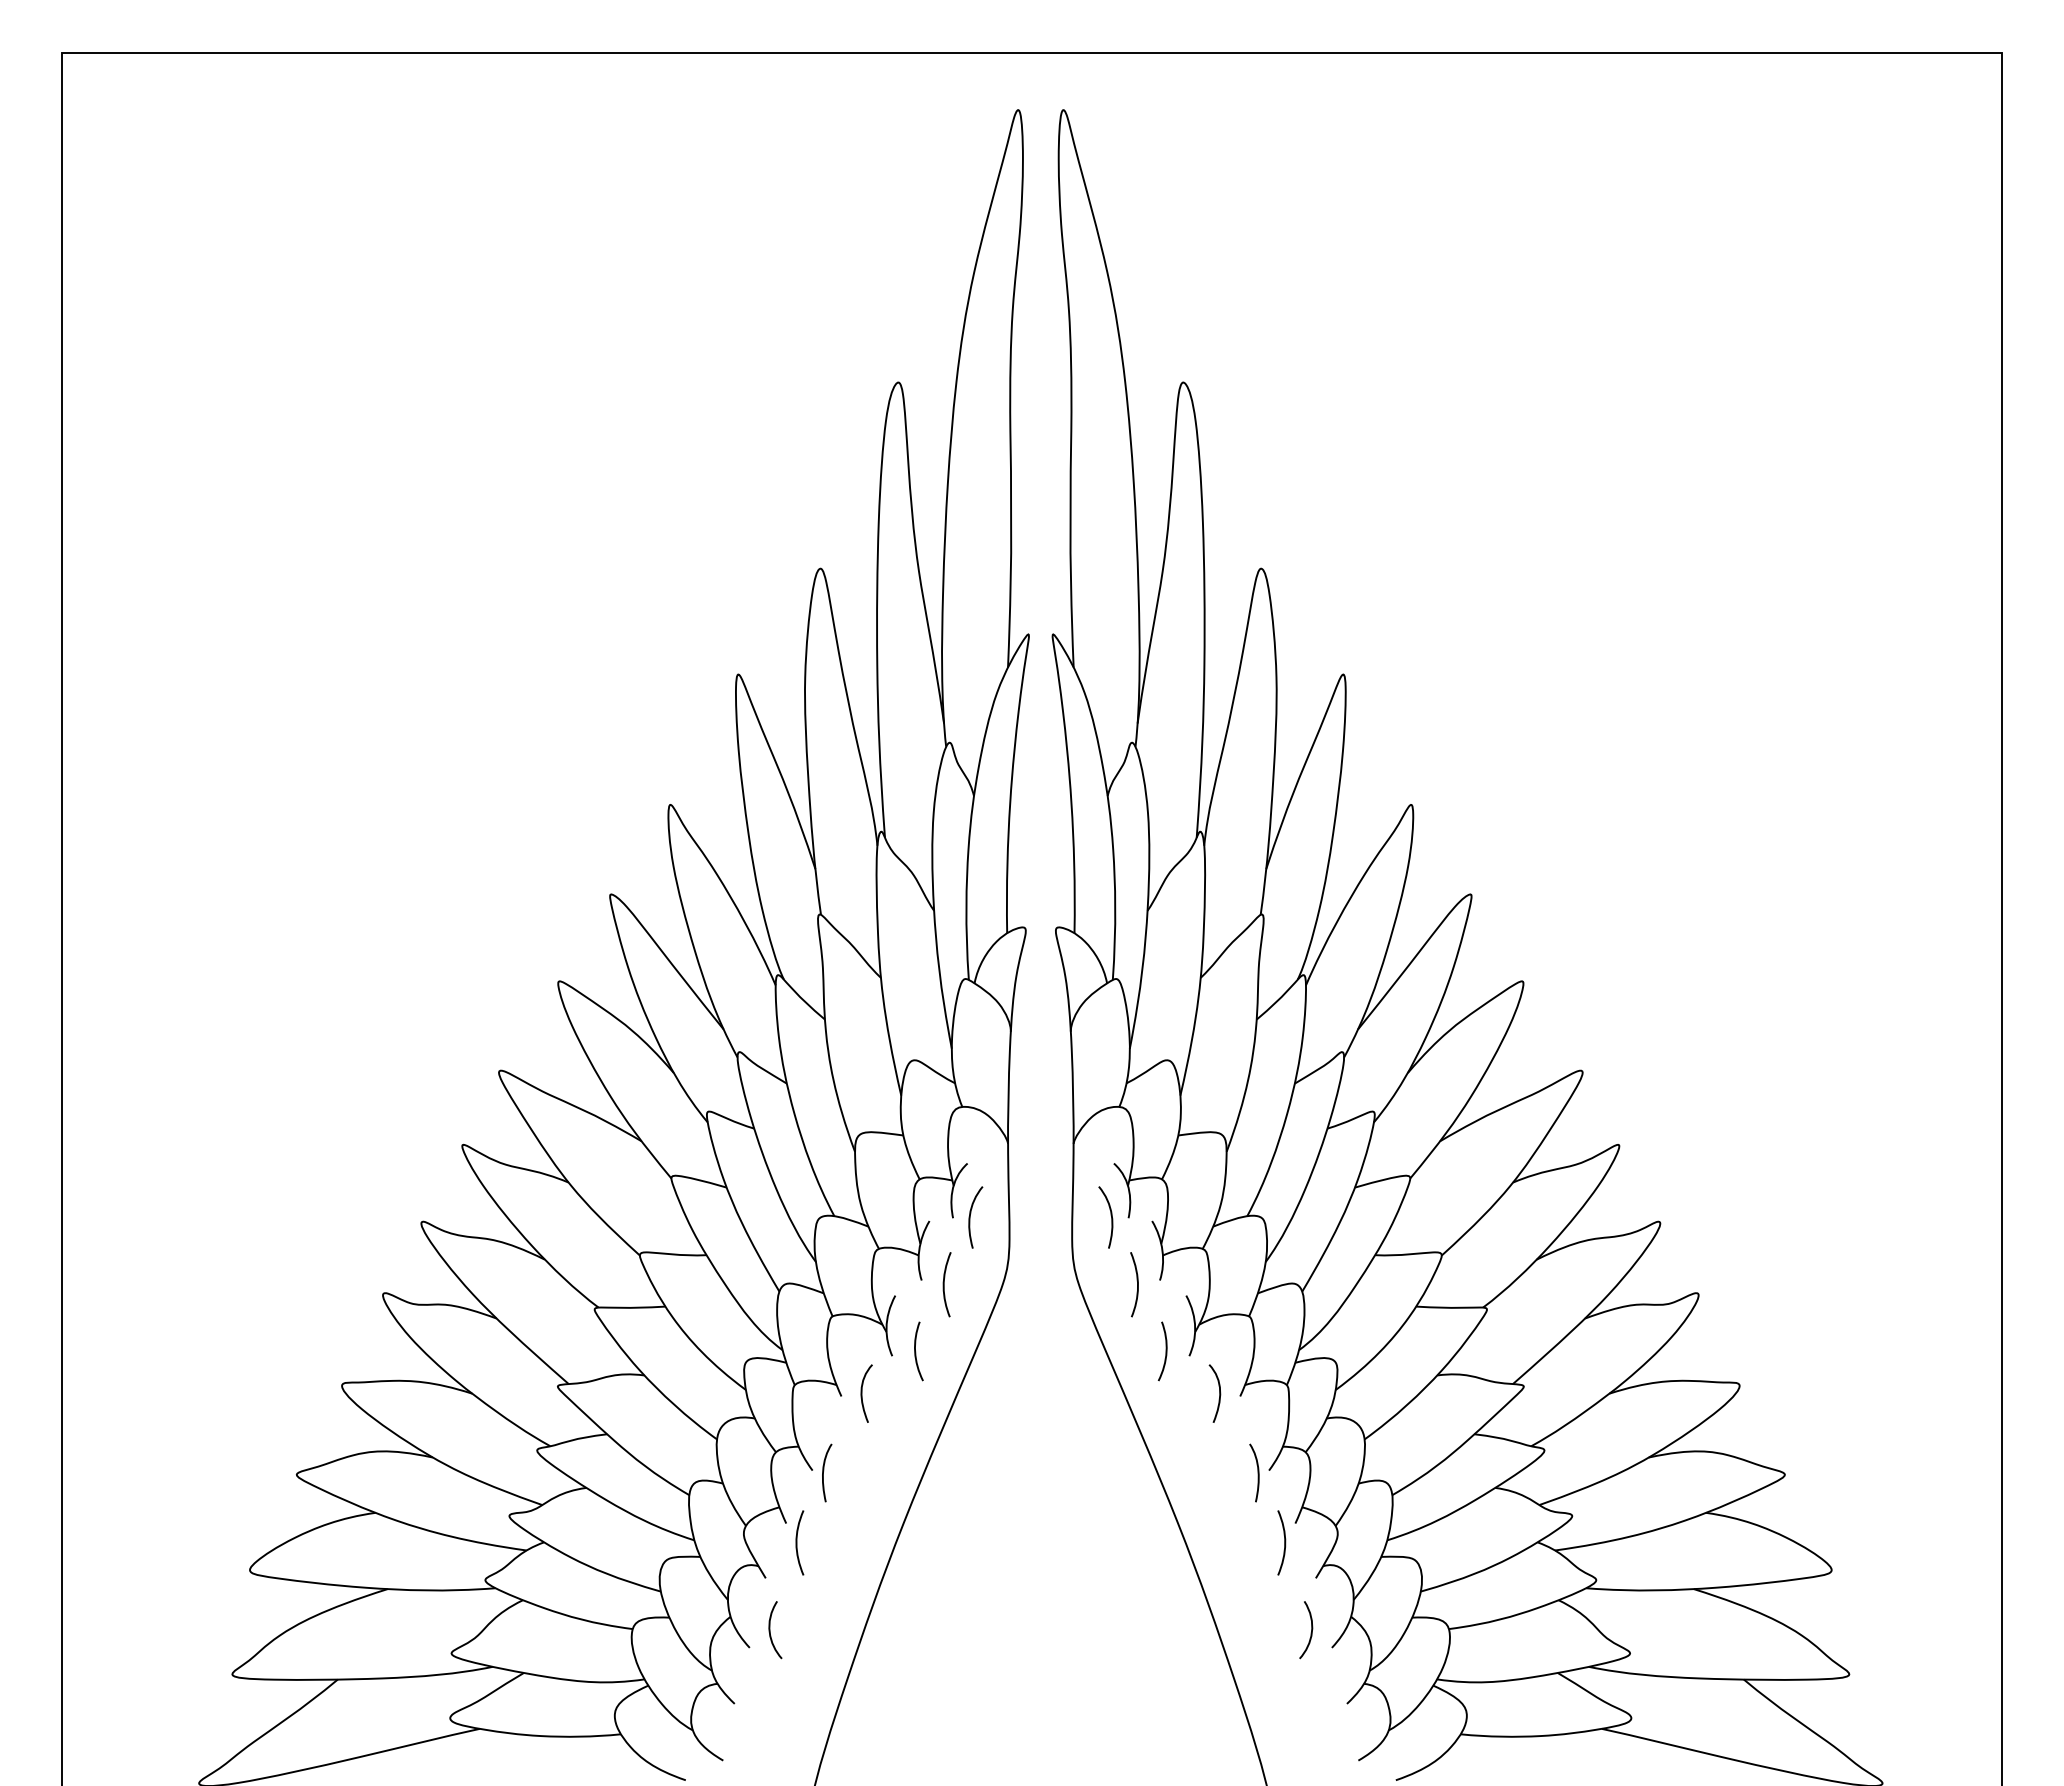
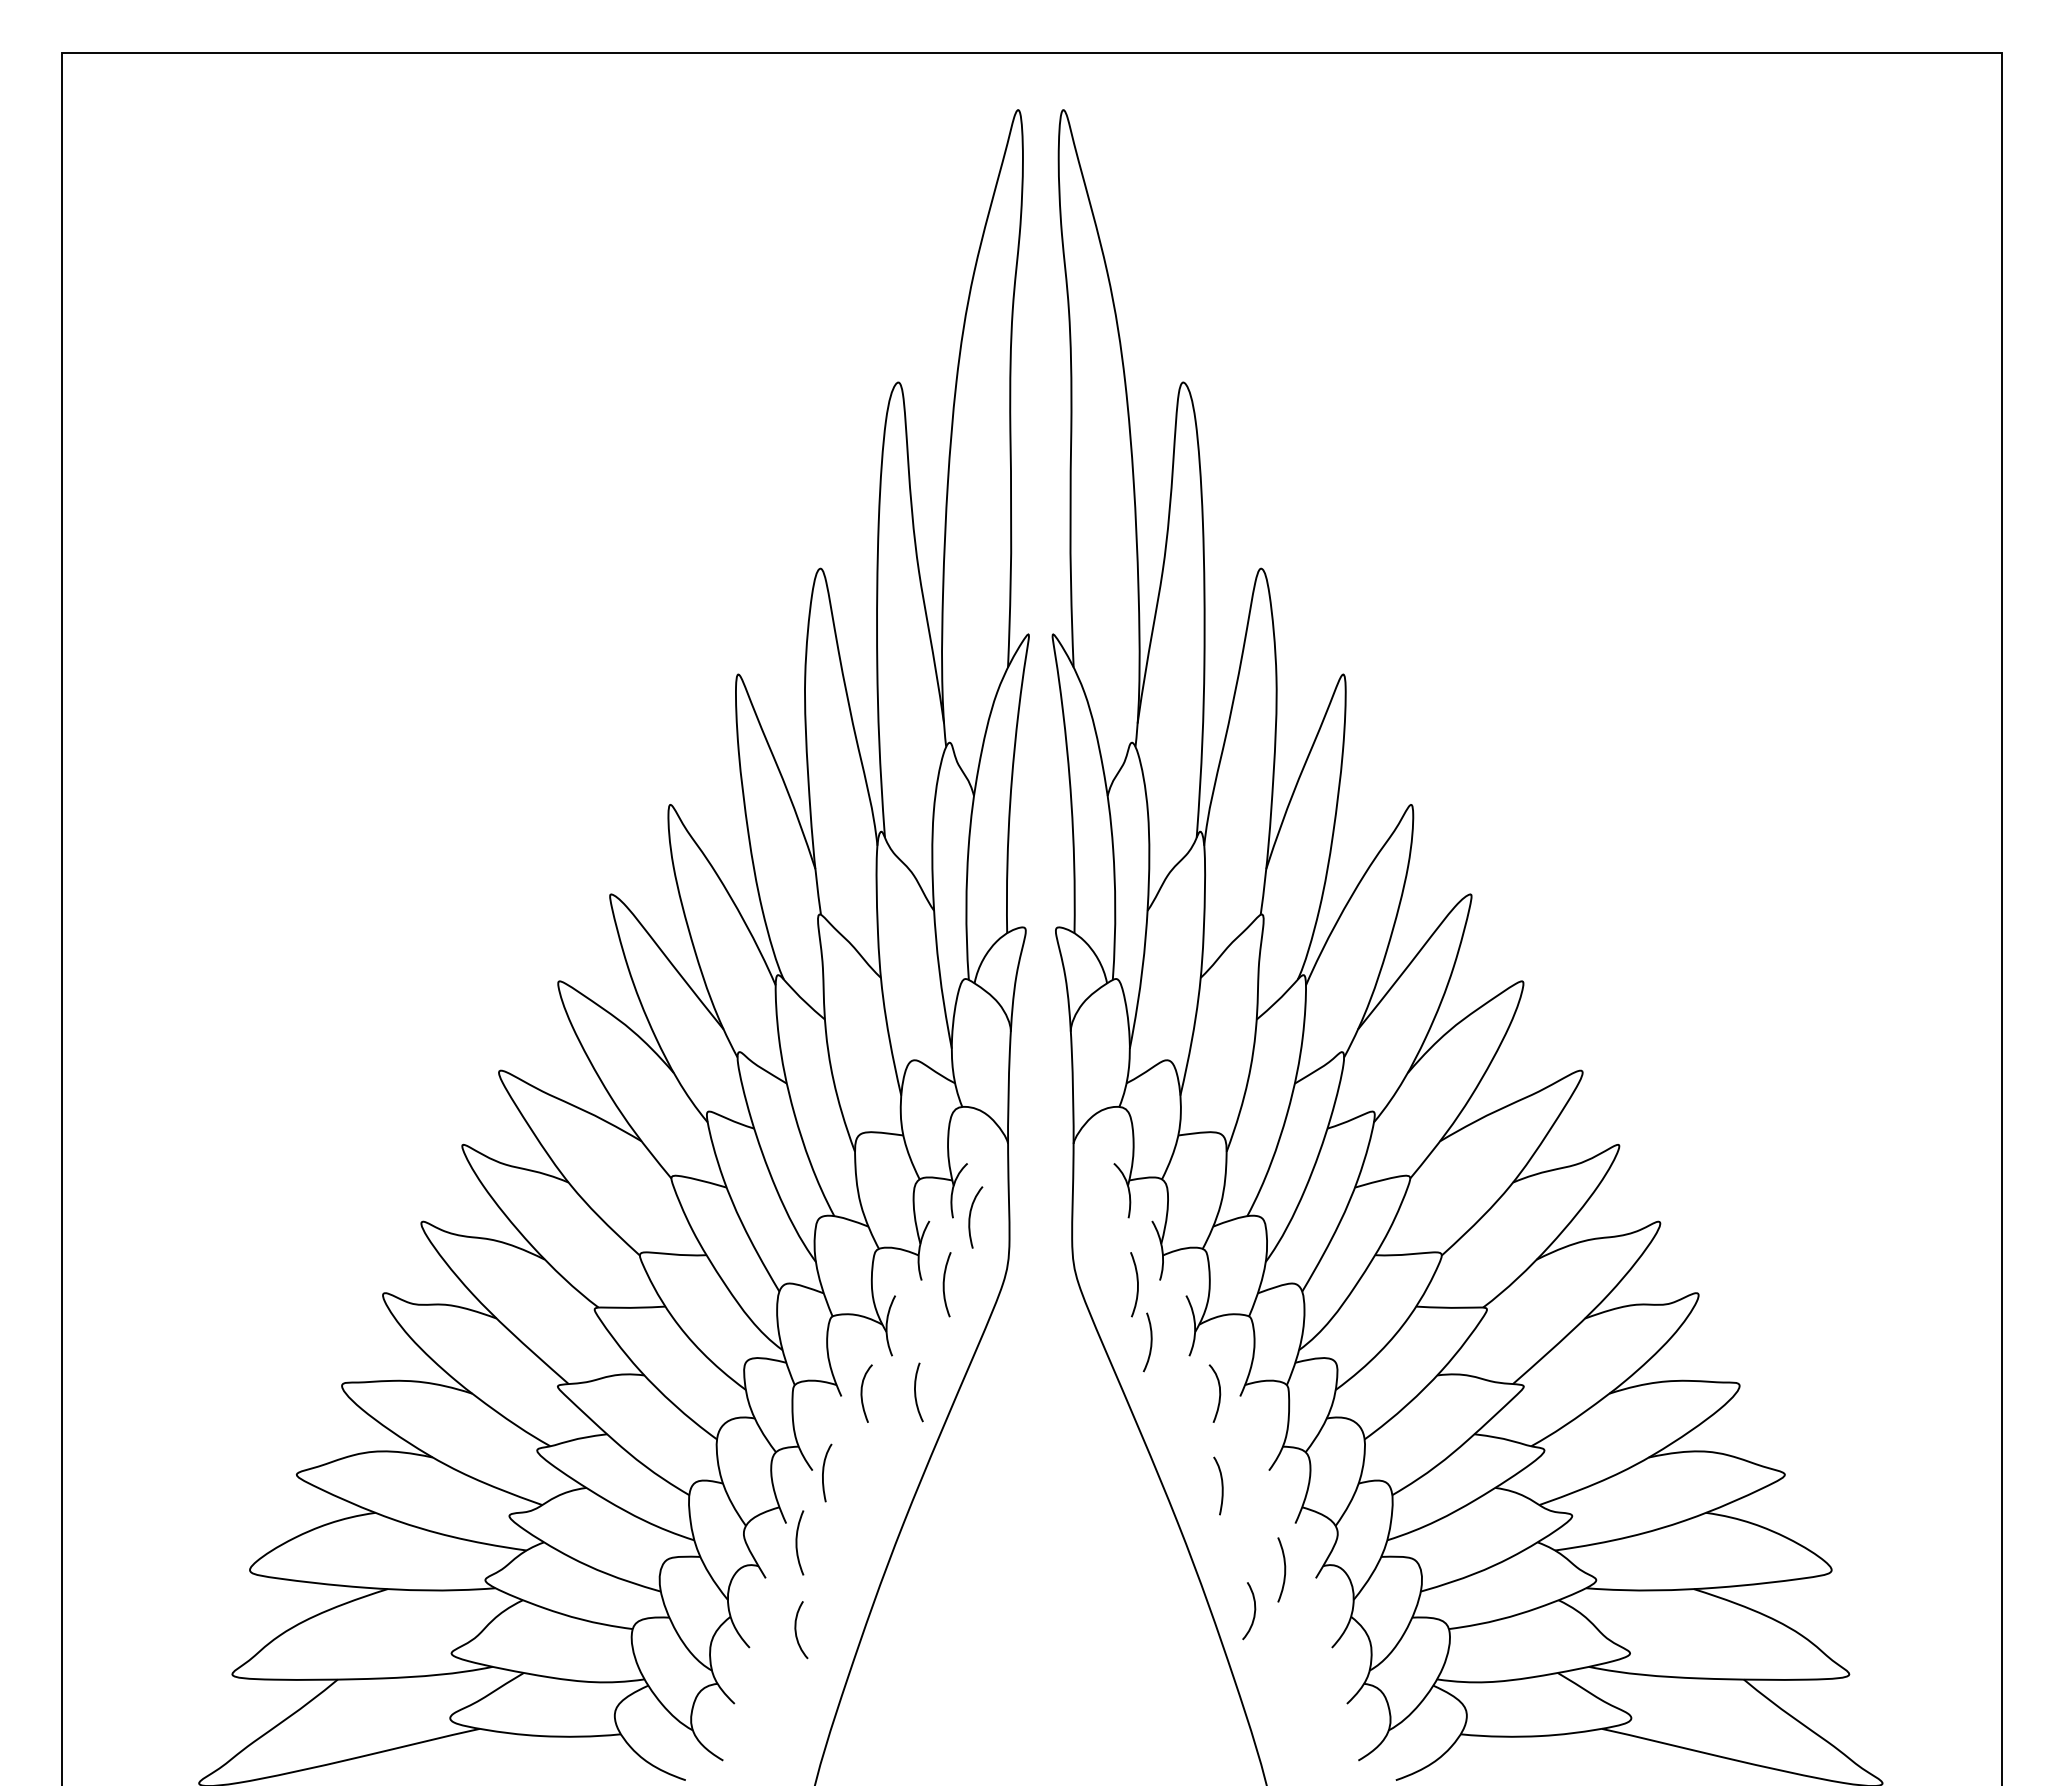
curve at (1110, 1215): present -> none
curve at (916, 1351) position: (916, 1351) -> (916, 1392)
curve at (1165, 1351) position: (1165, 1351) -> (1150, 1342)
curve at (1257, 1472) position: (1257, 1472) -> (1221, 1485)
curve at (1284, 1542) position: (1284, 1542) -> (1284, 1569)
curve at (770, 1630) position: (770, 1630) -> (796, 1630)
curve at (1310, 1632) position: (1310, 1632) -> (1253, 1613)
